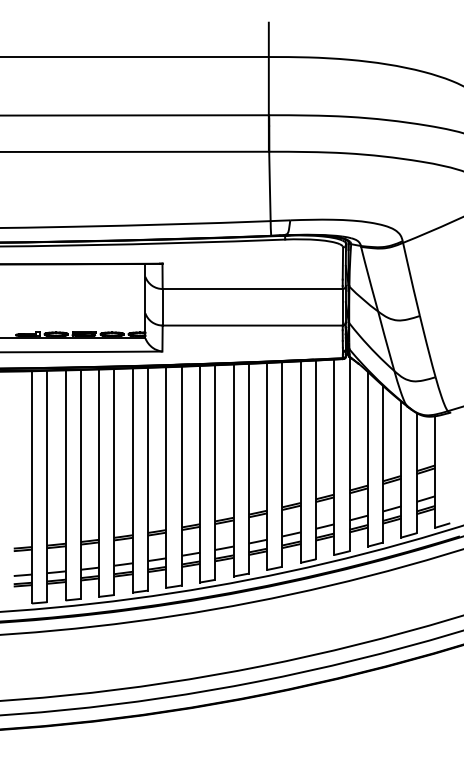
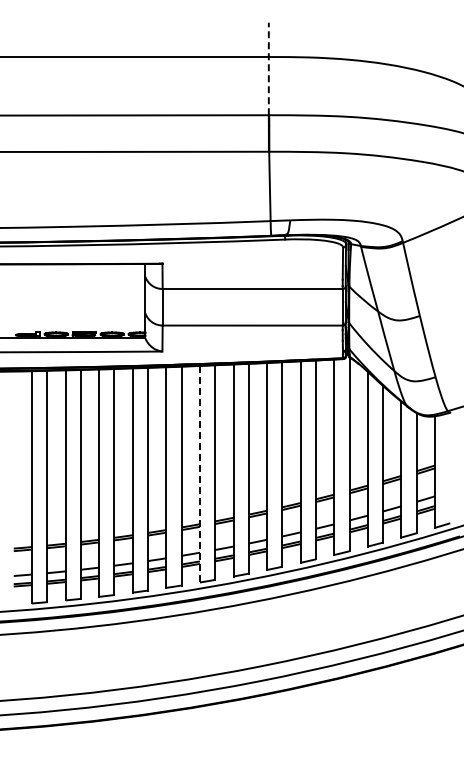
line at (268, 68): solid -> dashed
line at (199, 474): solid -> dashed
